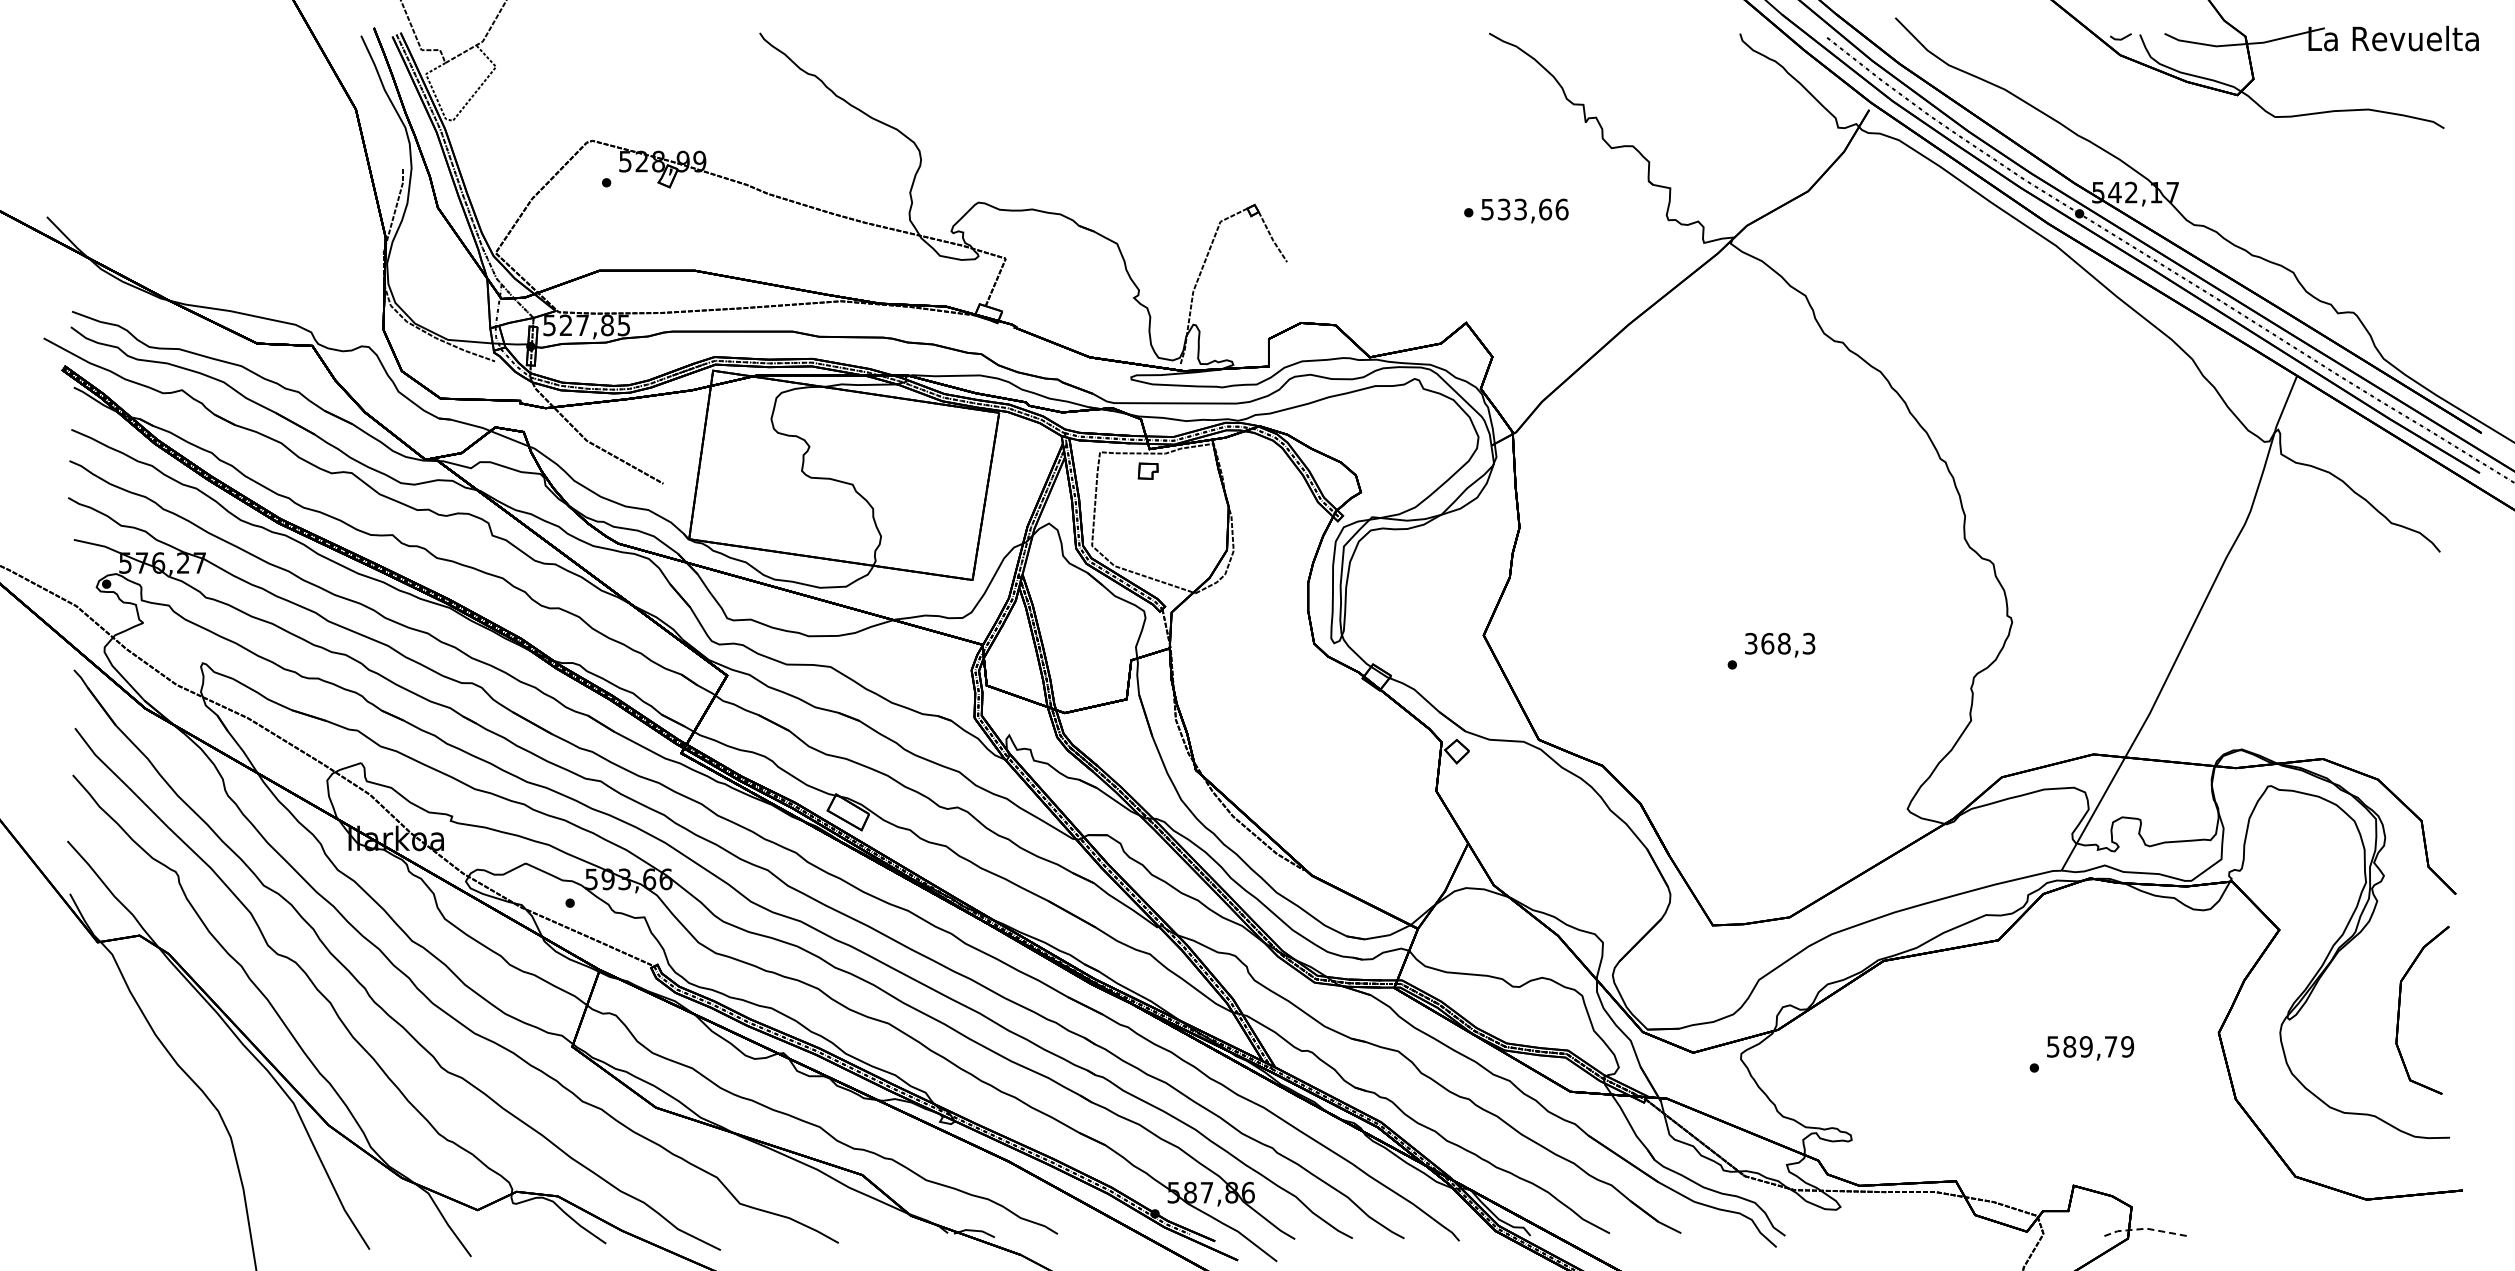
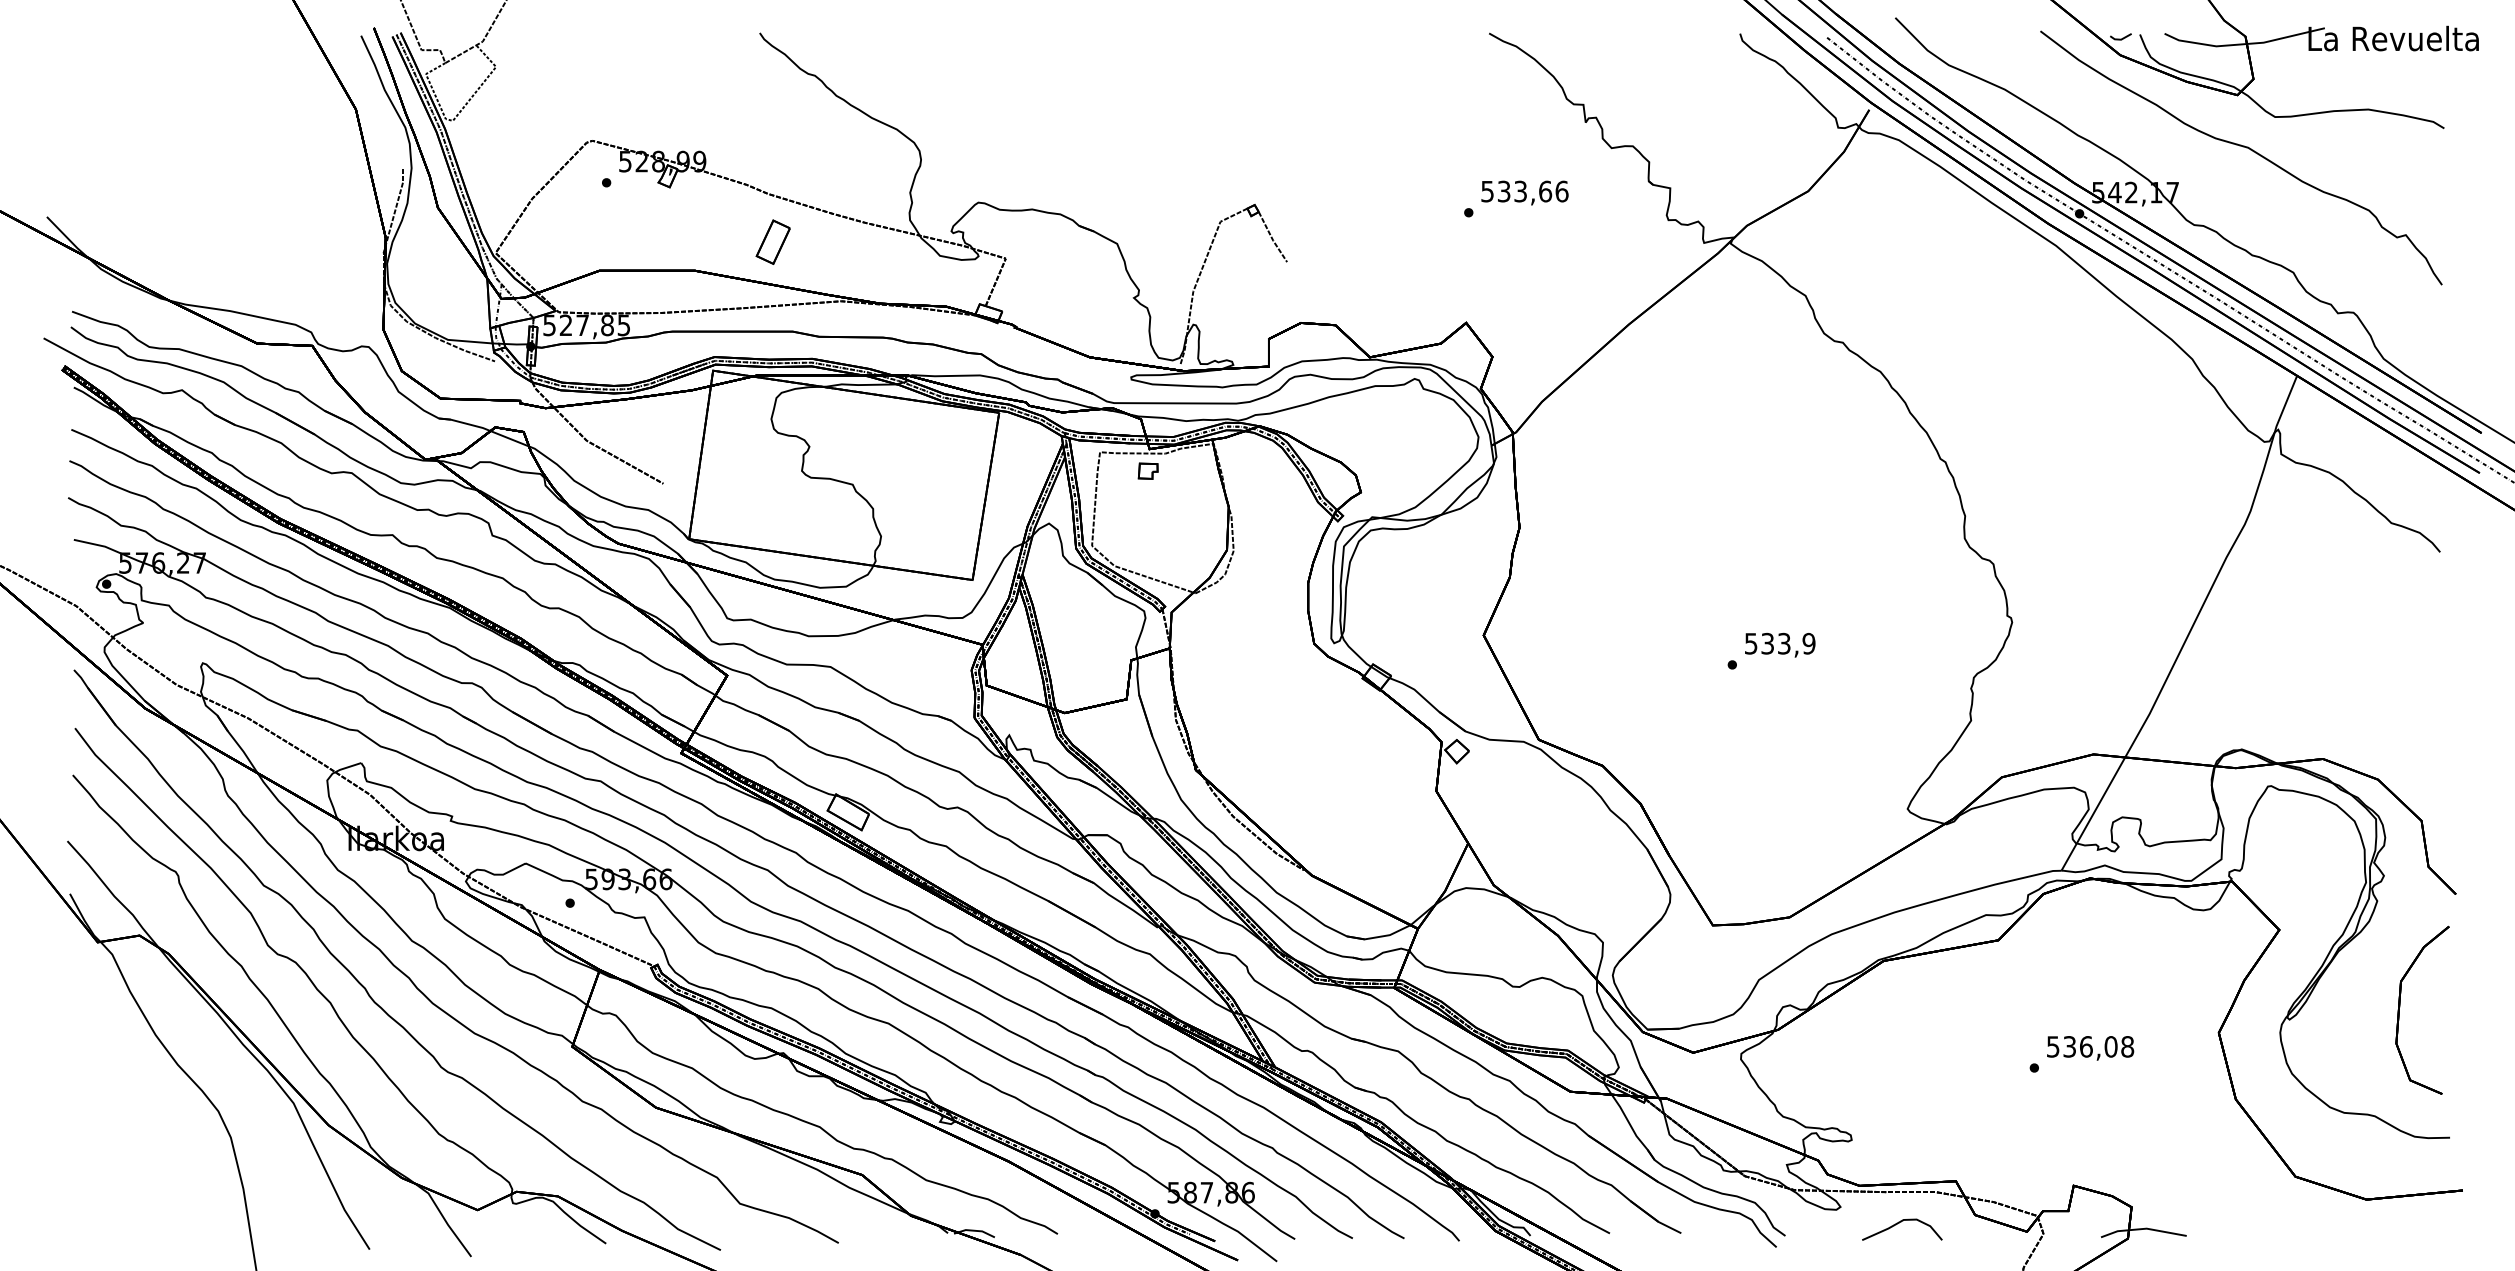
curve at (2243, 147): none -> present
text at (1524, 210) position: (1524, 210) -> (1524, 192)
part at (772, 241): none -> present
text at (1780, 643): 368,3 -> 533,9
text at (2098, 1046): 589,79 -> 536,08
curve at (1899, 1223): none -> present
line at (2142, 1229): dashed -> solid
